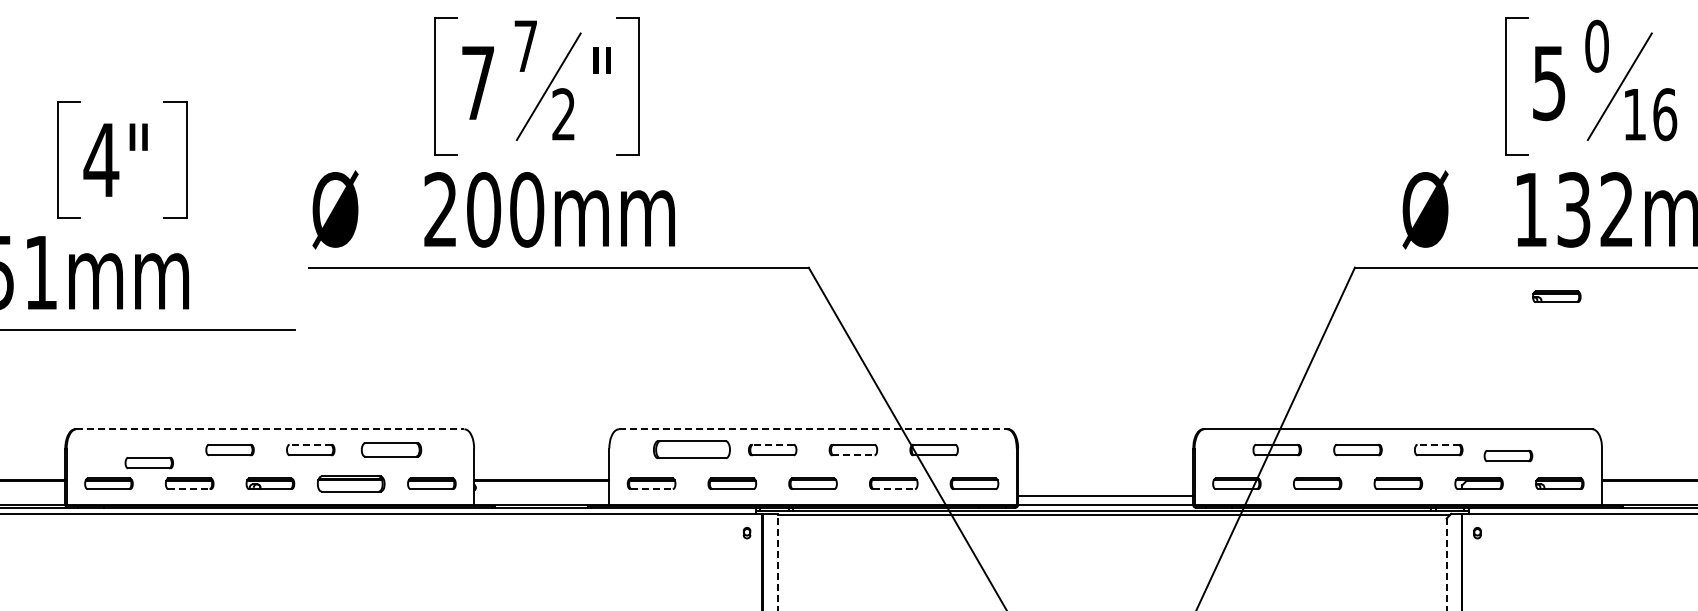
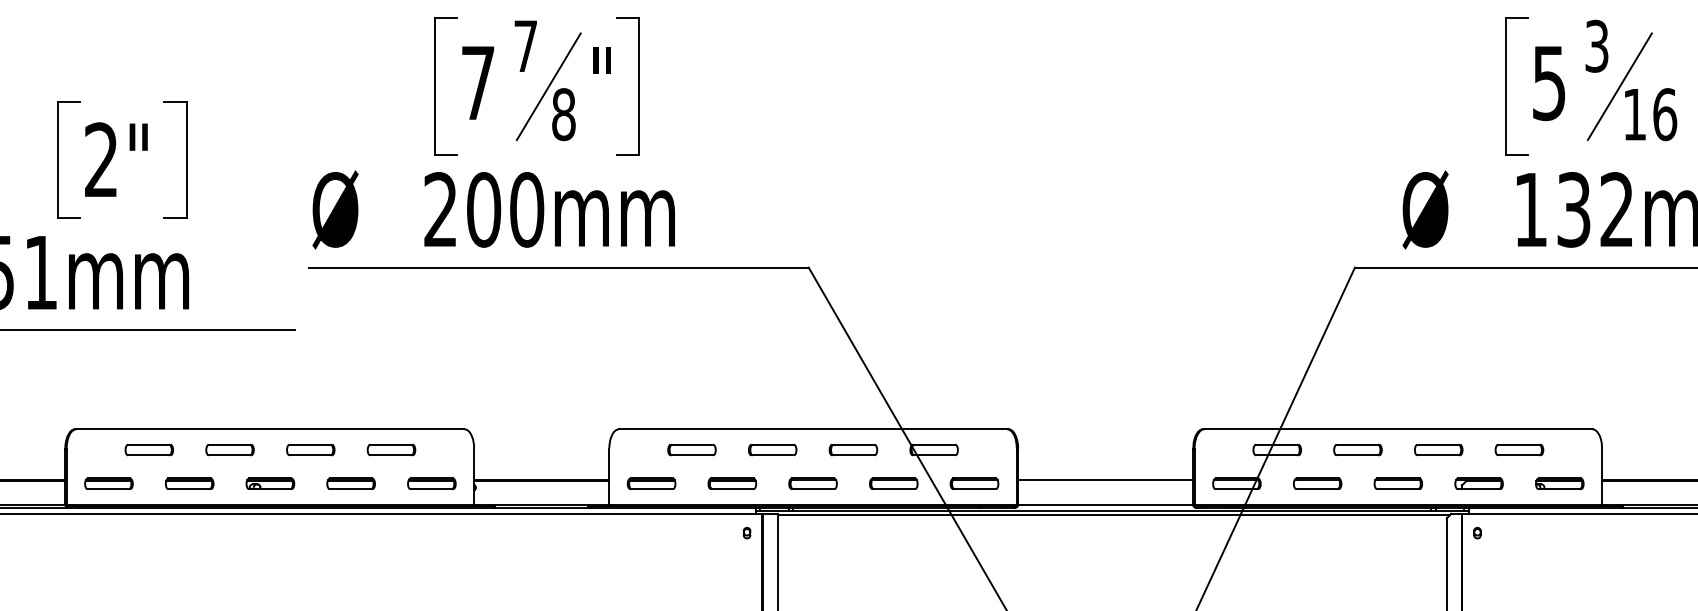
text at (1596, 45): 0 -> 3
text at (563, 114): 2 -> 8
text at (101, 159): 4" -> 2"
part at (1556, 296): present -> none
line at (270, 429): dashed -> solid
line at (813, 429): dashed -> solid
line at (310, 444): dashed -> solid
line at (772, 444): dashed -> solid
line at (1438, 444): dashed -> solid
part at (391, 449) size: 63x16 px -> 51x13 px
part at (691, 449) size: 78x20 px -> 50x13 px
line at (853, 455): dashed -> solid
part at (1508, 456) position: (1508, 456) -> (1519, 450)
part at (148, 463) position: (148, 463) -> (148, 450)
part at (351, 483) size: 69x18 px -> 50x13 px
line at (190, 489): dashed -> solid
line at (652, 489): dashed -> solid
line at (894, 489): dashed -> solid
line at (1105, 496) position: (1105, 496) -> (1105, 480)
line at (778, 561): dashed -> solid
line at (1446, 564): dashed -> solid
